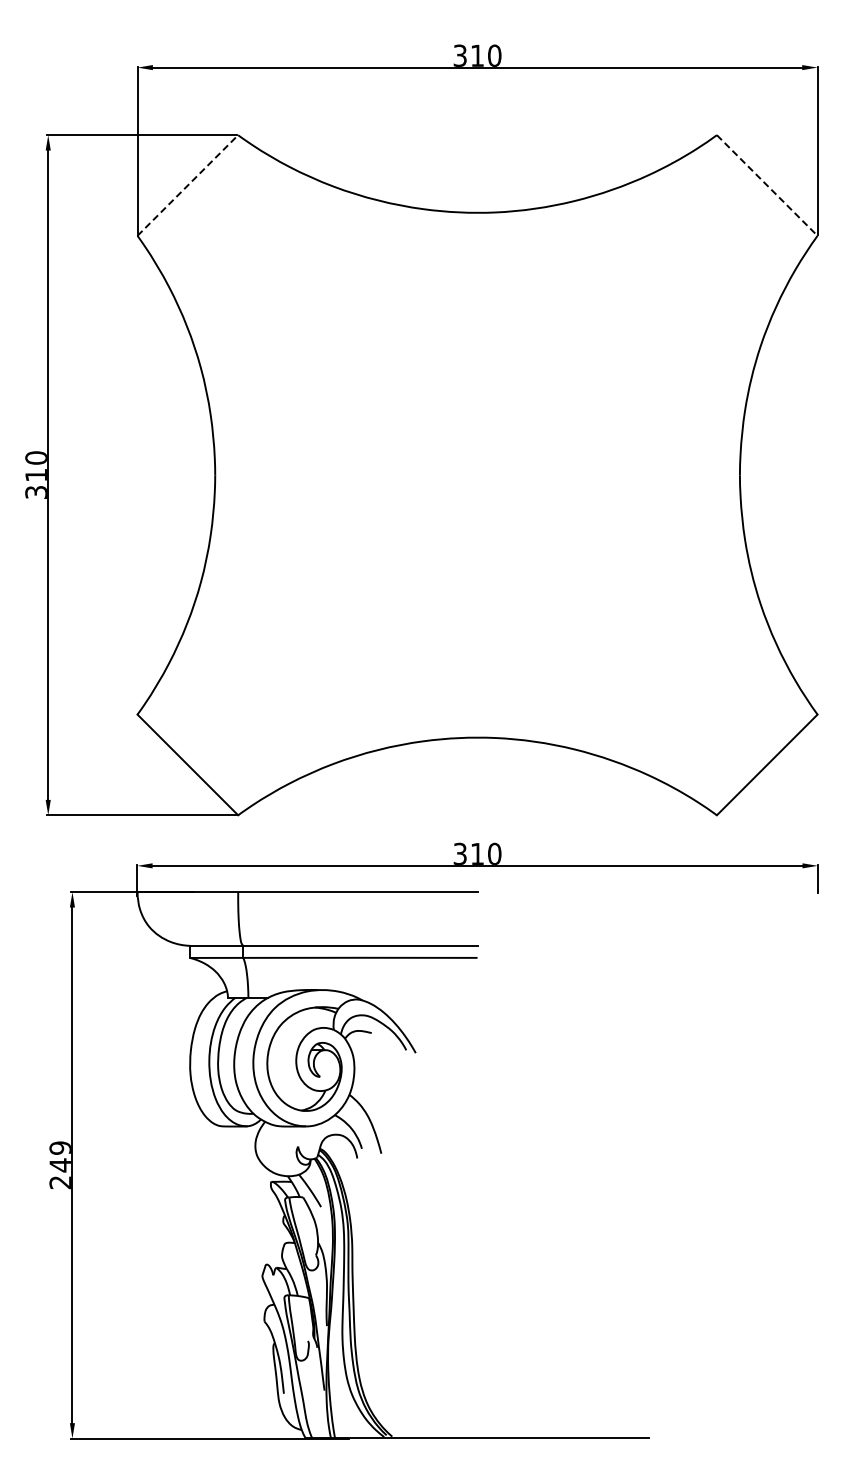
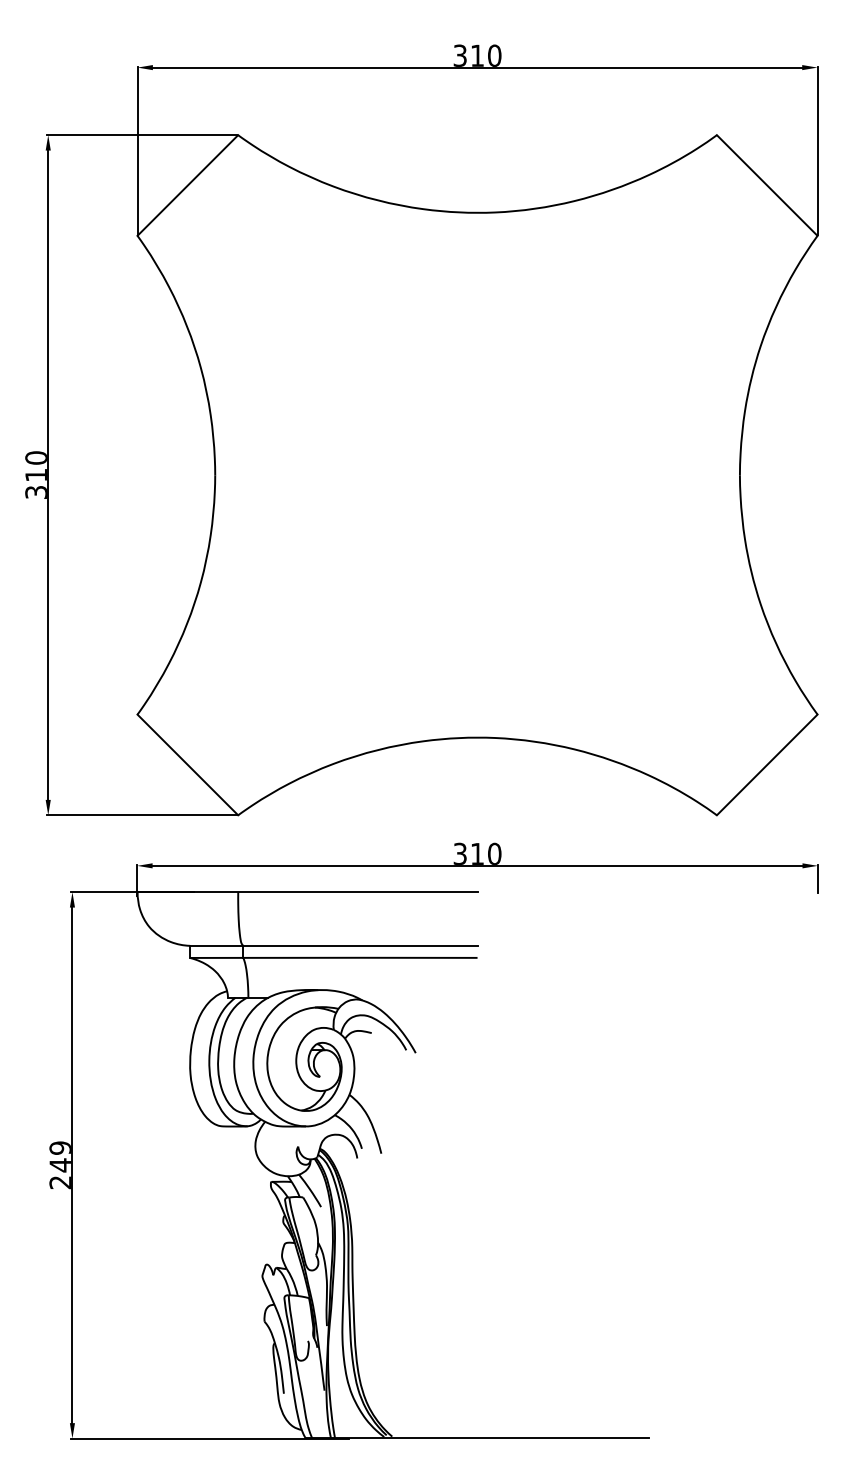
line at (188, 185): dashed -> solid
line at (767, 185): dashed -> solid
